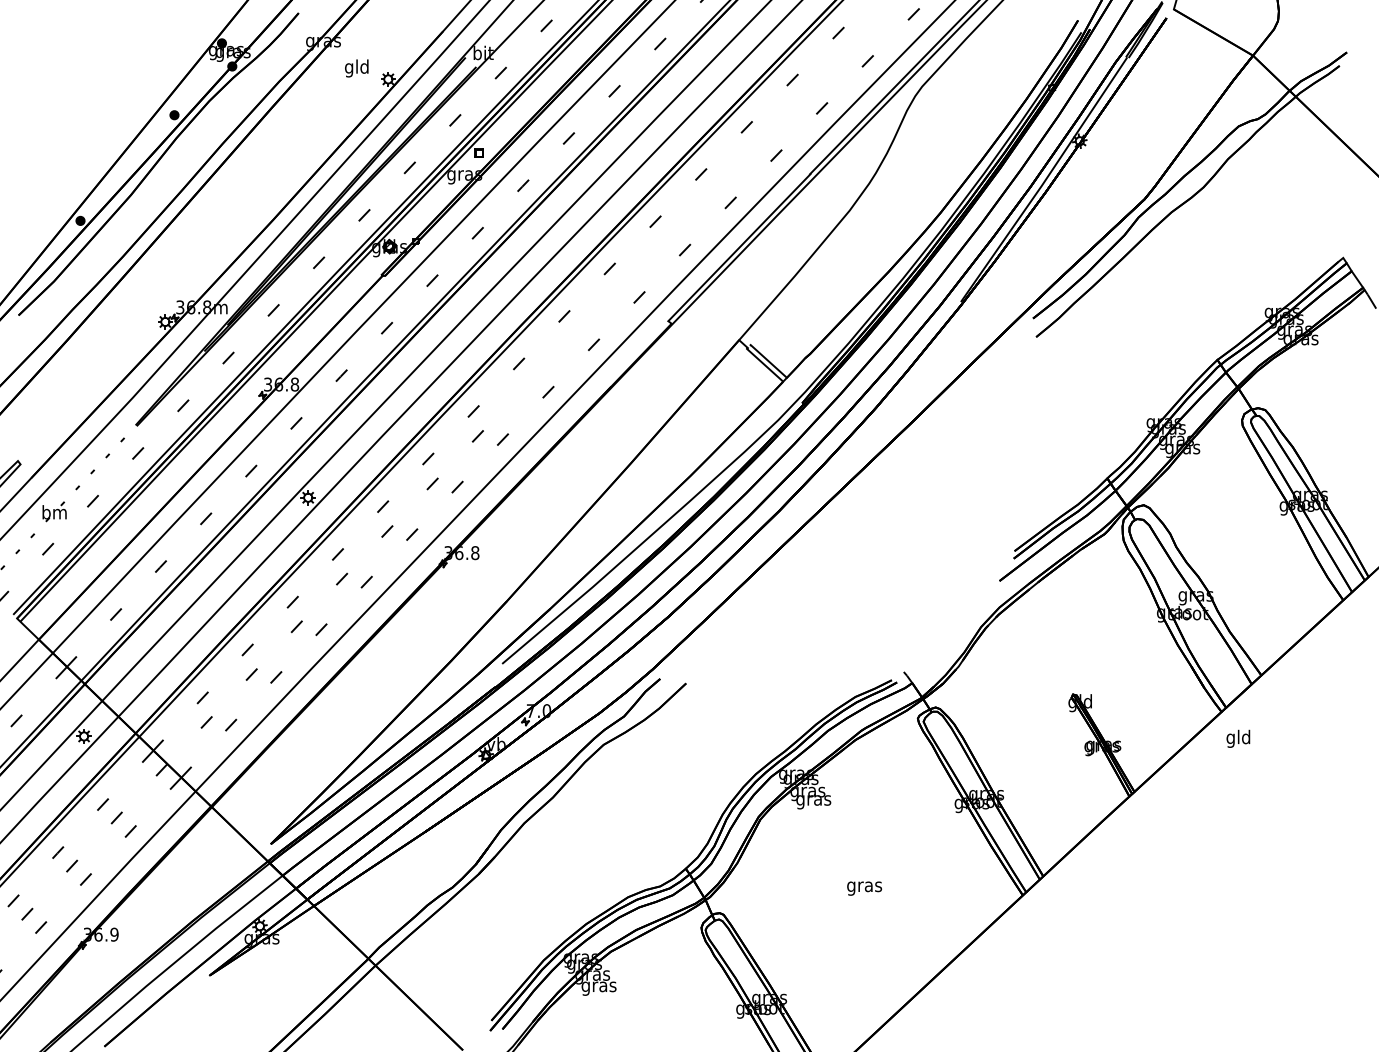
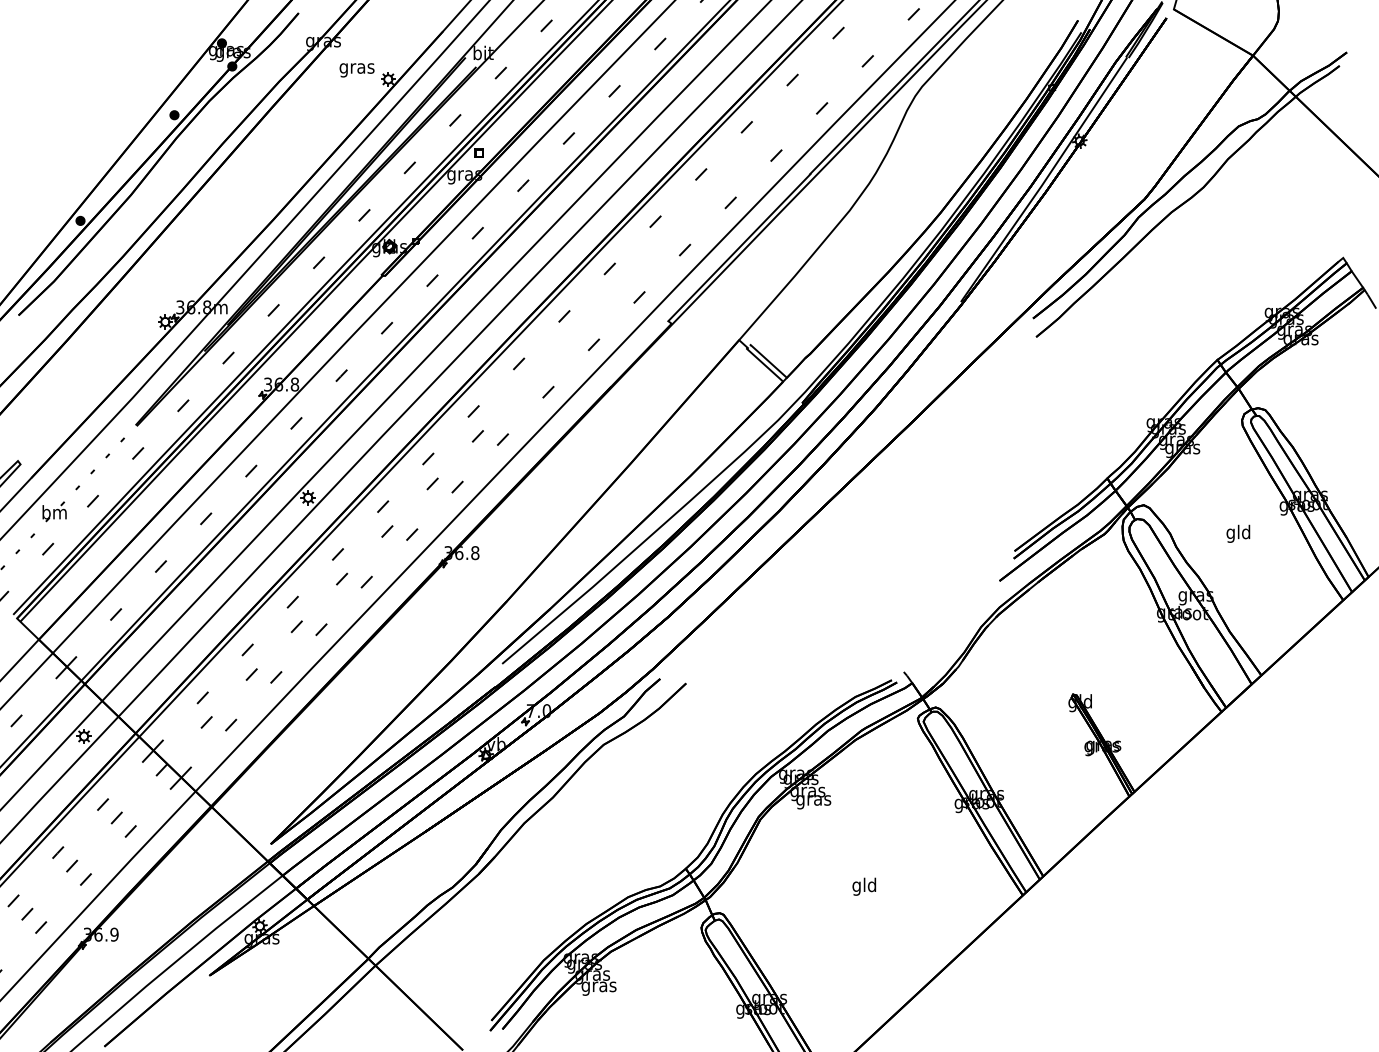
text at (356, 68): gld -> gras
text at (1238, 738) position: (1238, 738) -> (1238, 533)
text at (864, 886): gras -> gld
